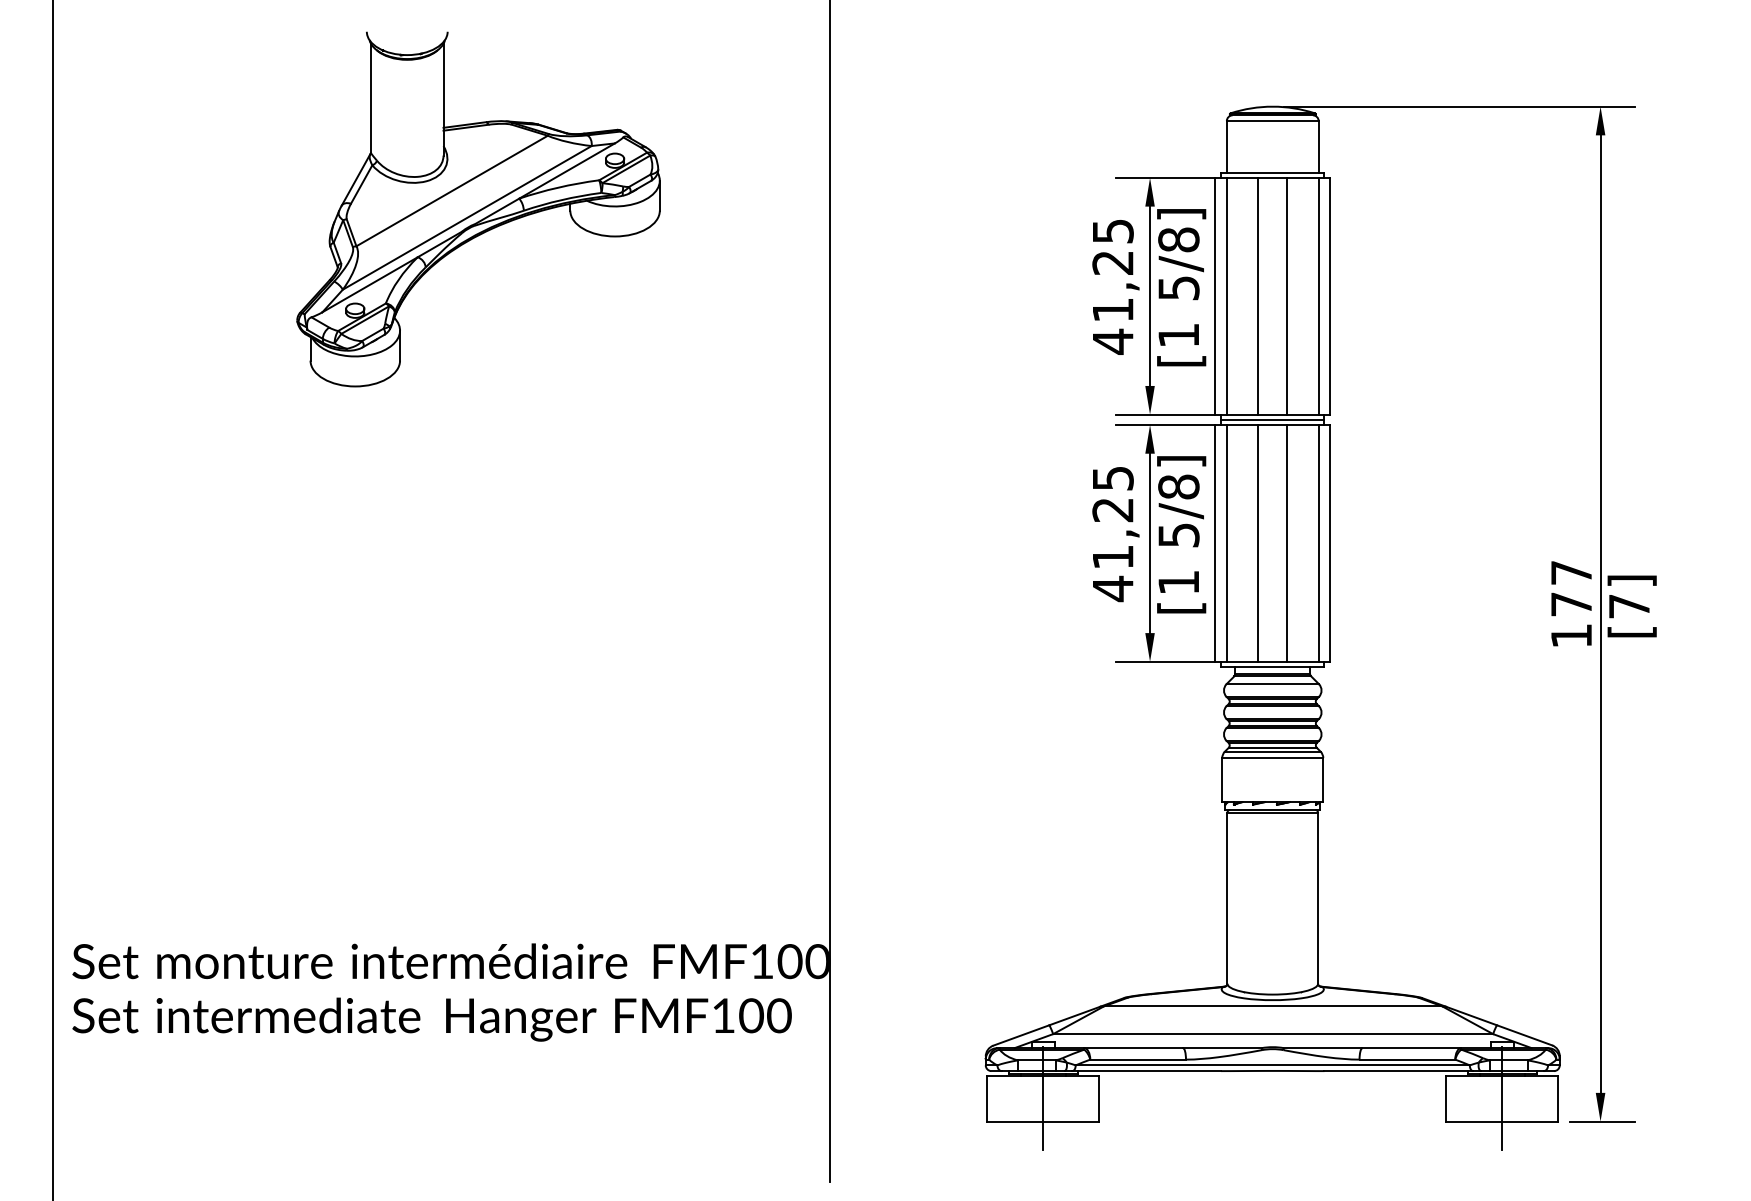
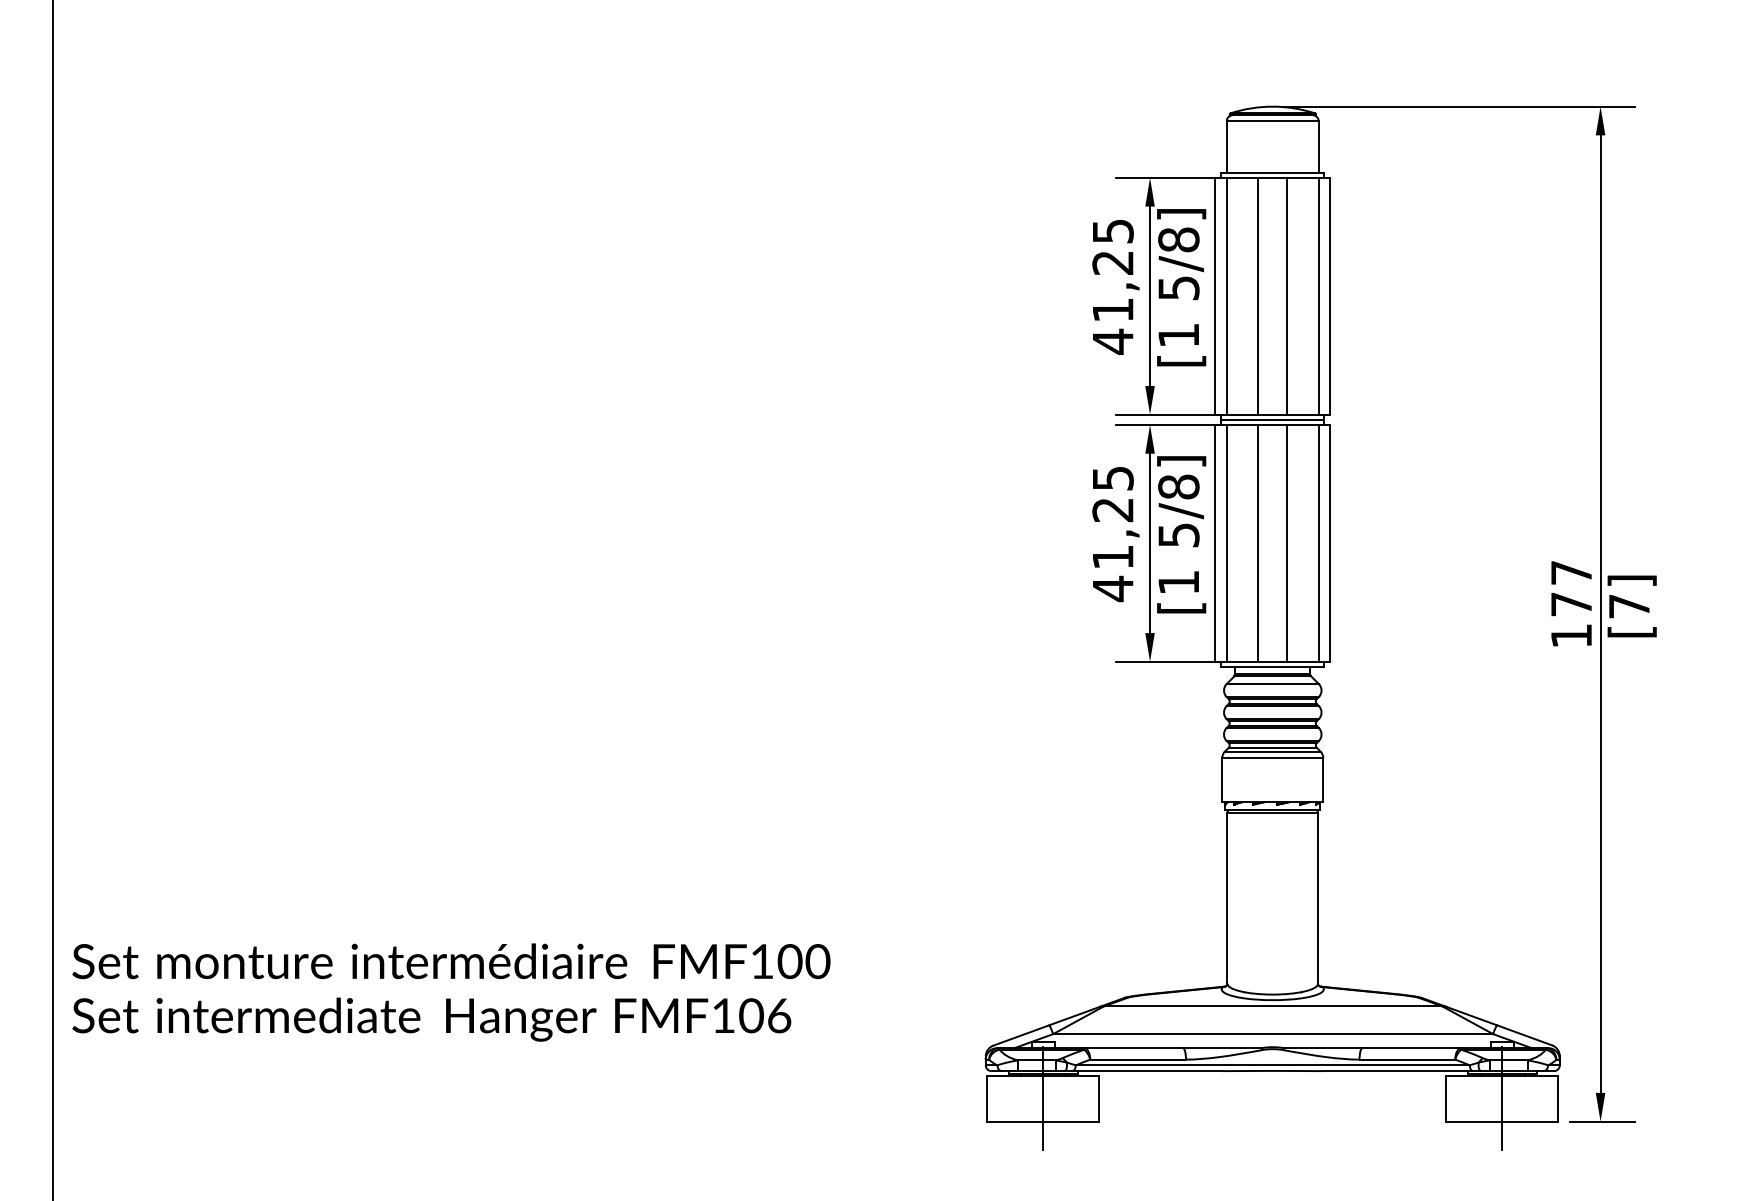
part at (478, 209): present -> none
line at (830, 592): present -> none
text at (779, 1015): FMF100 -> FMF106
